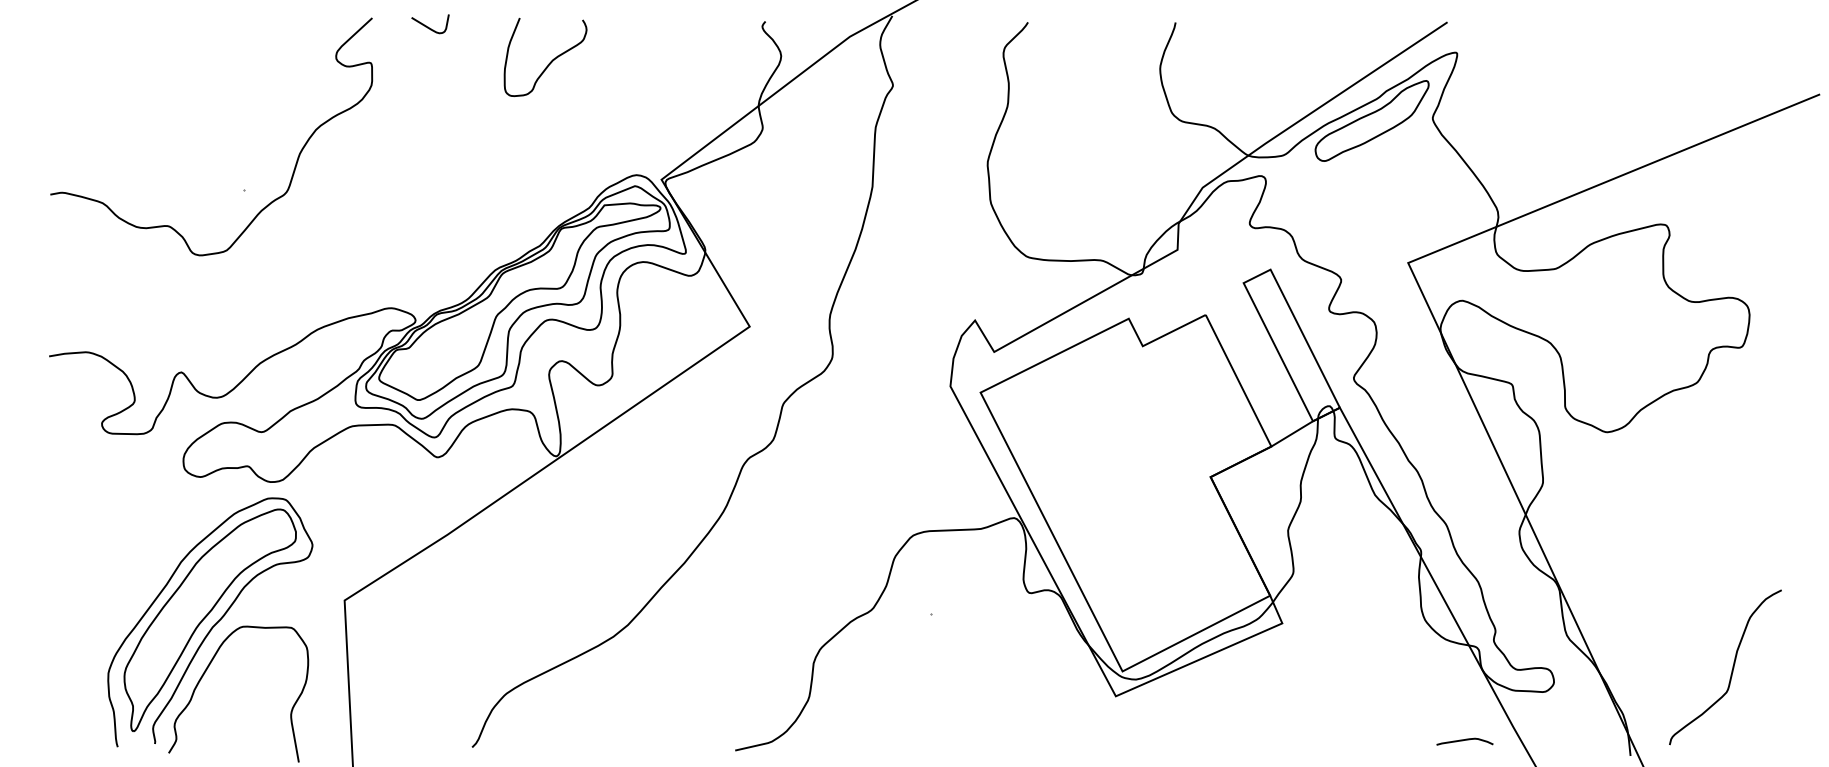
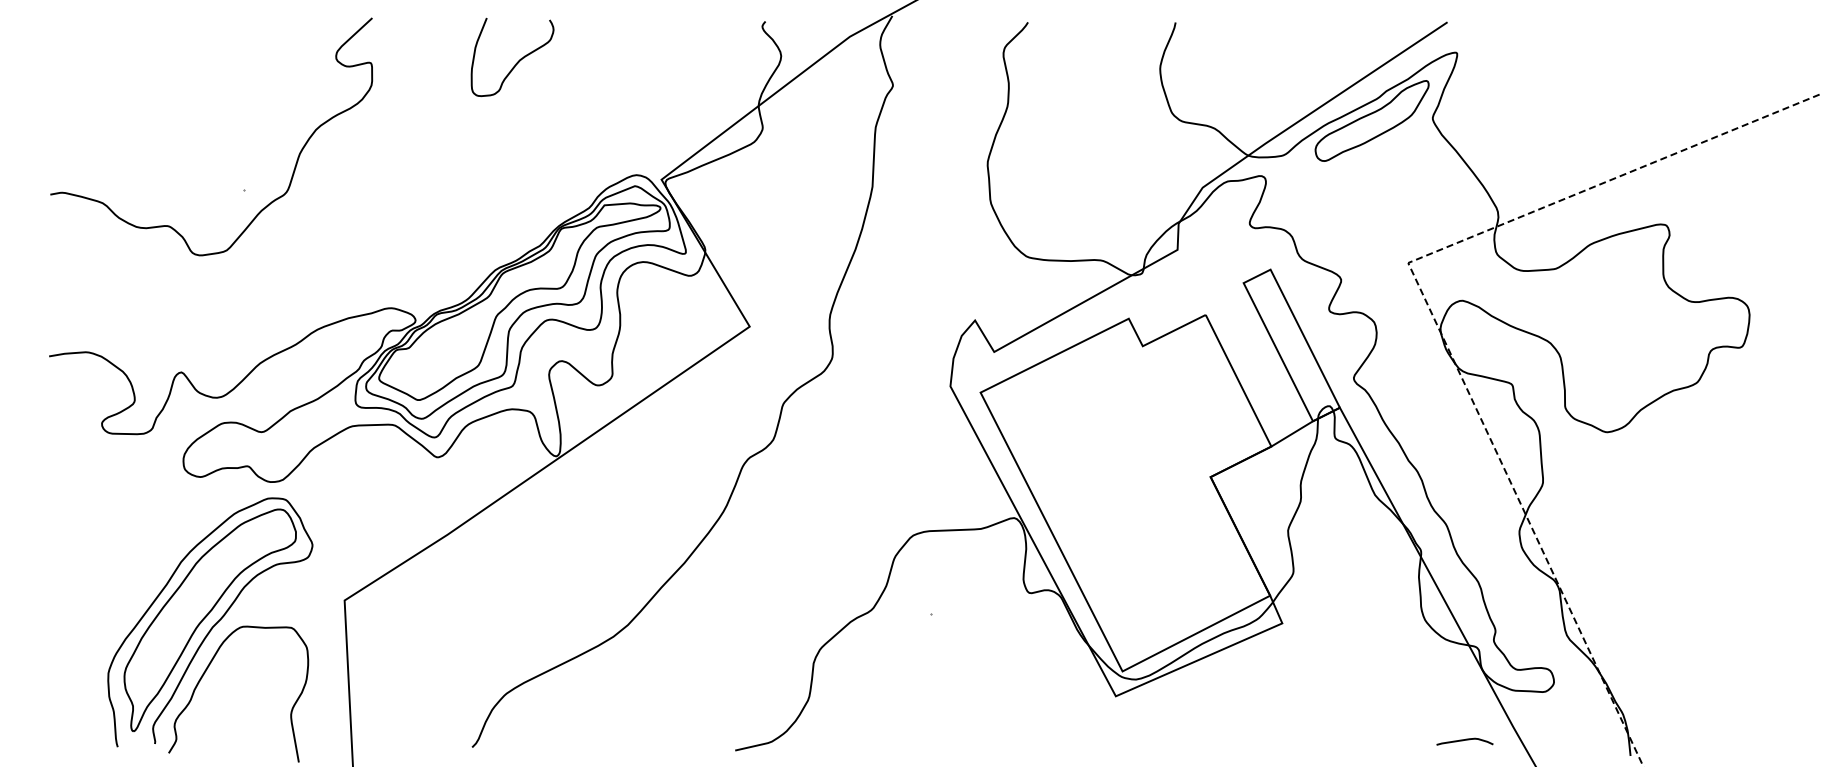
curve at (428, 26): present -> none
curve at (550, 61) position: (550, 61) -> (517, 61)
line at (1431, 311): solid -> dashed
curve at (1731, 670): present -> none
